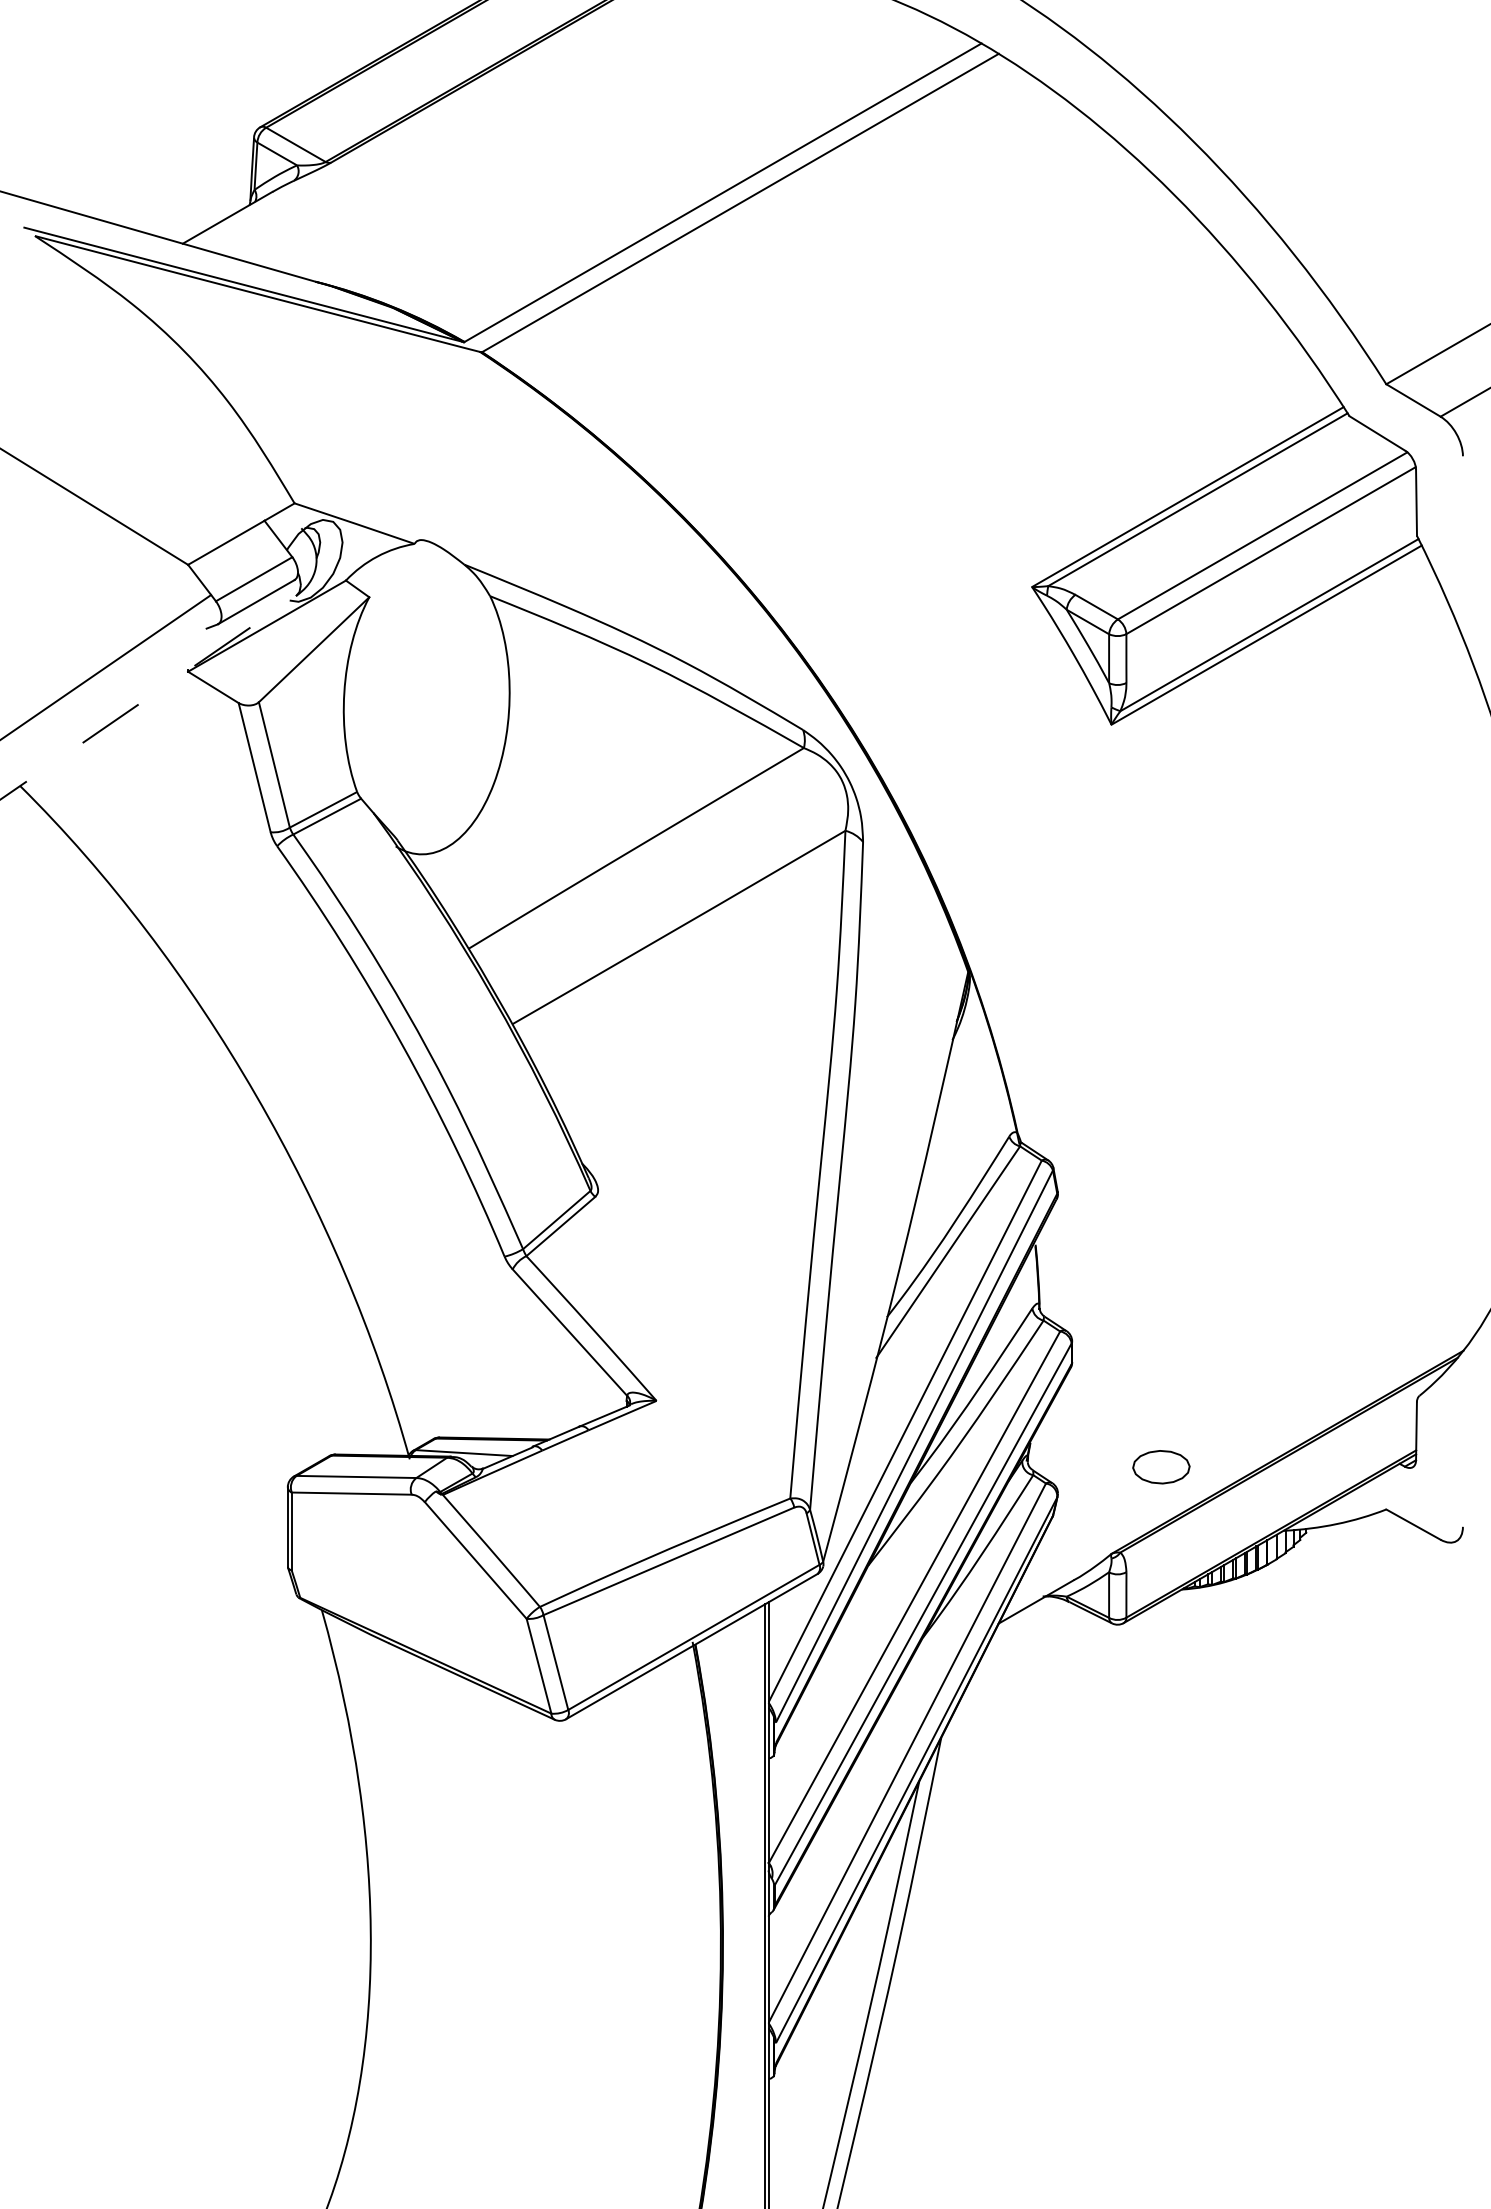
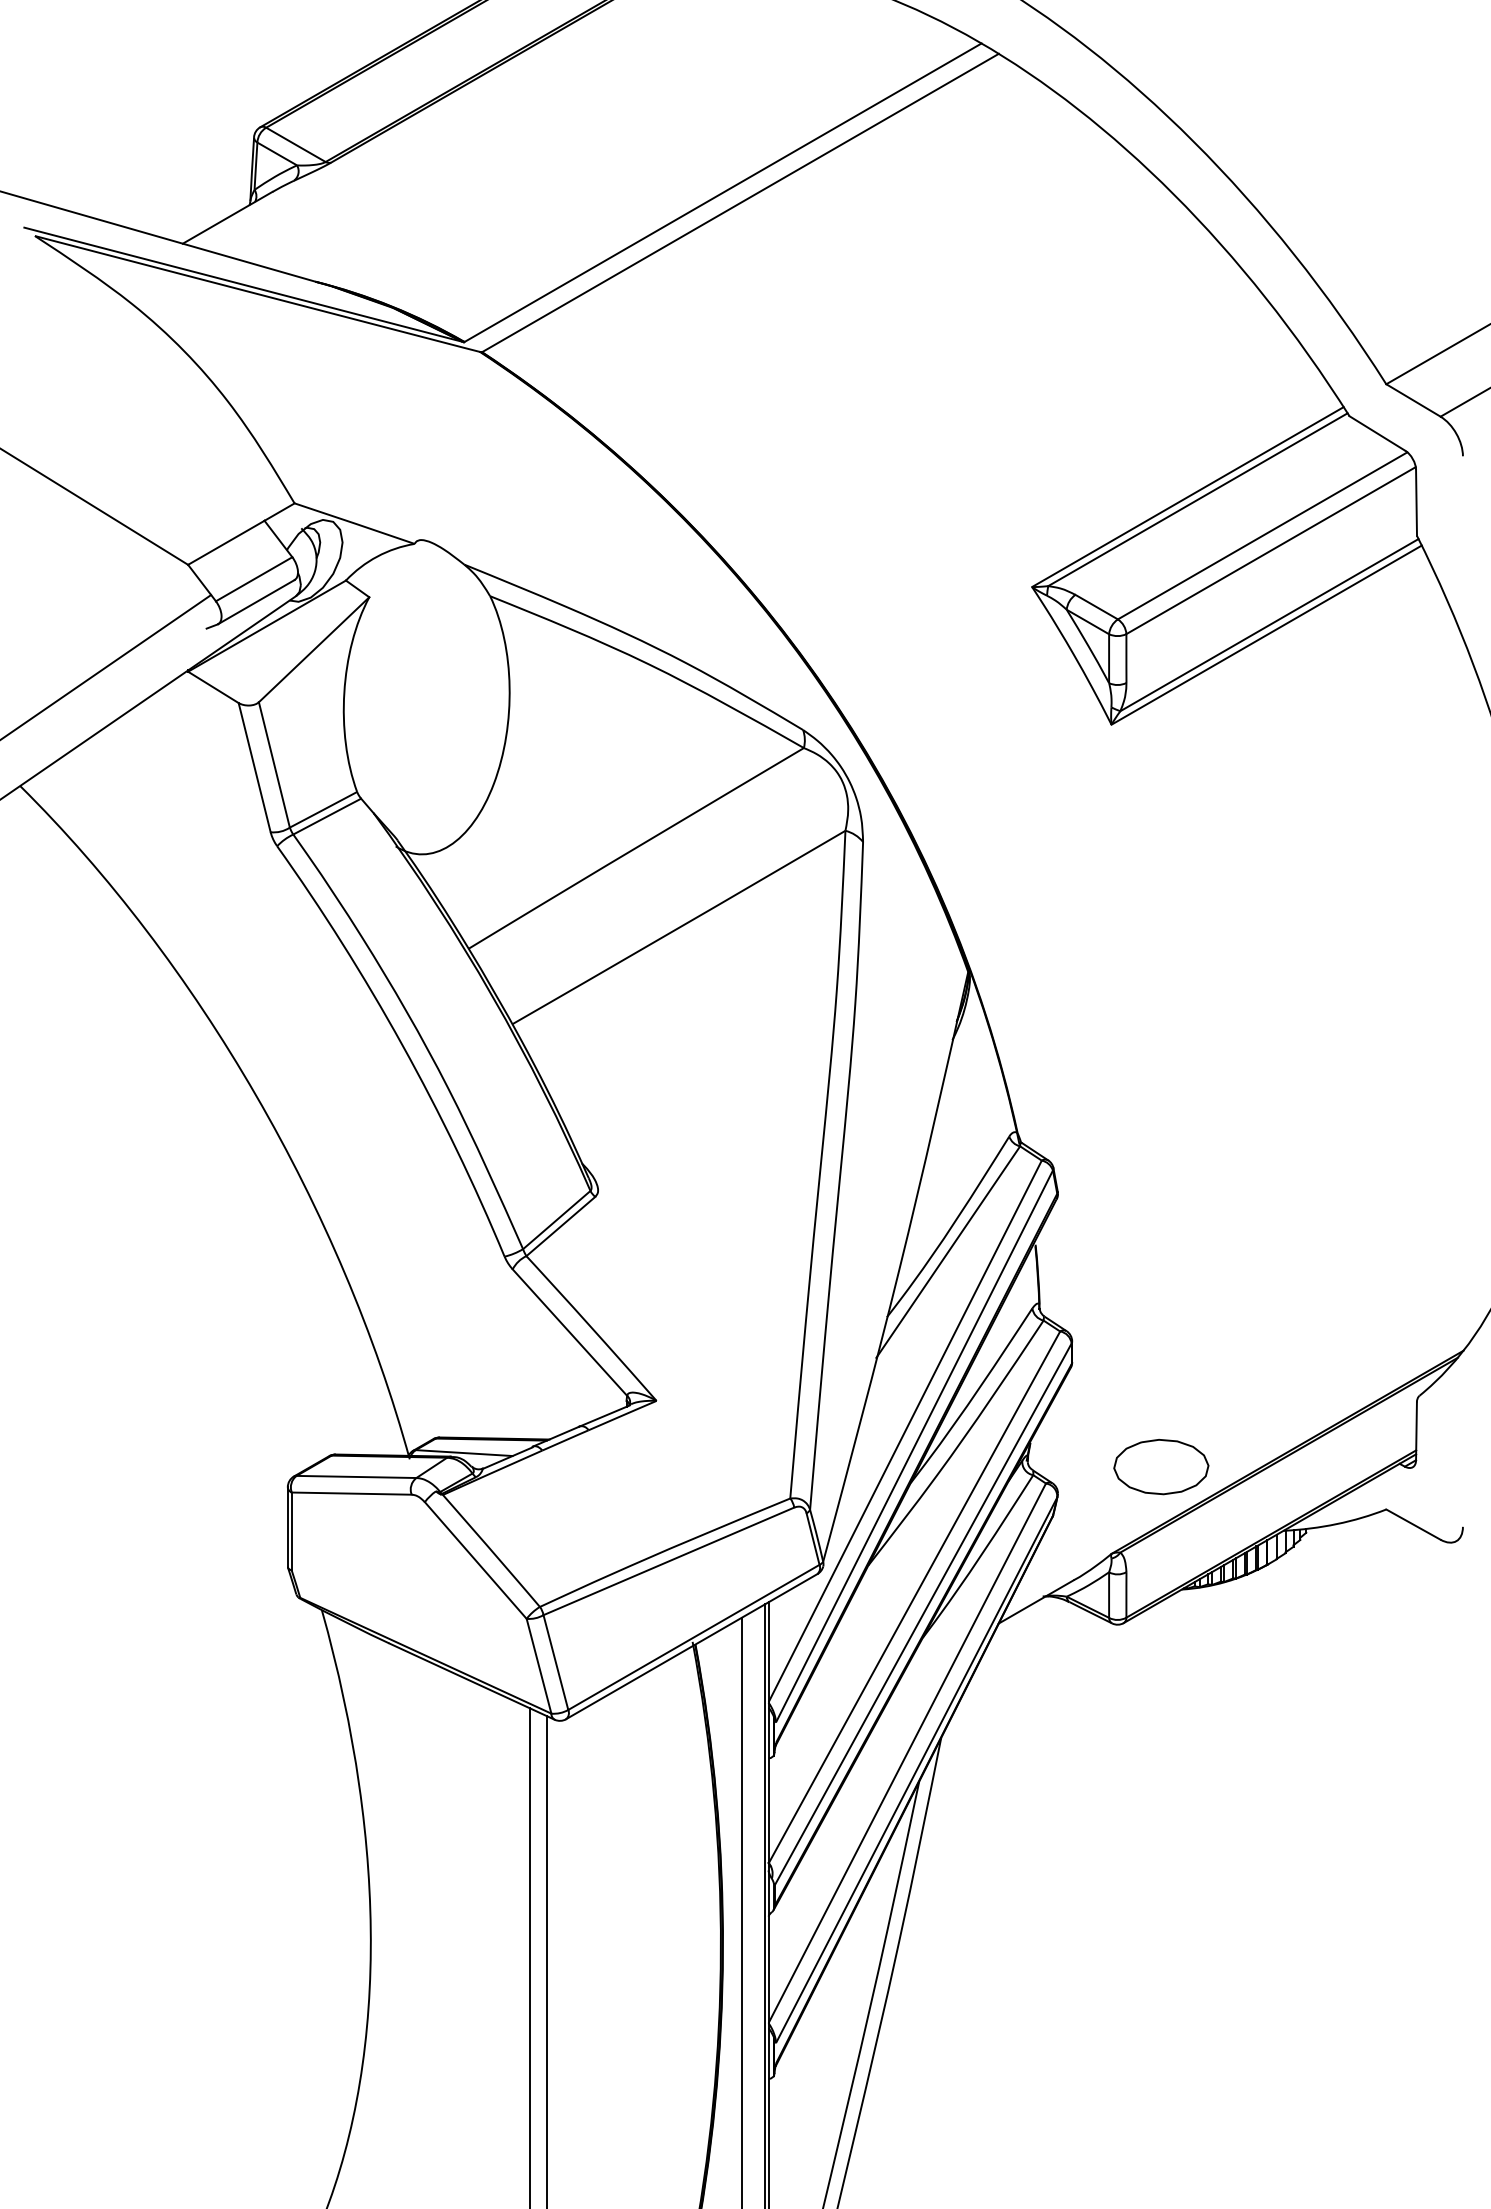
line at (148, 697): dashed -> solid
part at (1161, 1467) size: 59x35 px -> 97x57 px
line at (741, 1911): none -> present
line at (529, 1956): none -> present
line at (546, 1960): none -> present
